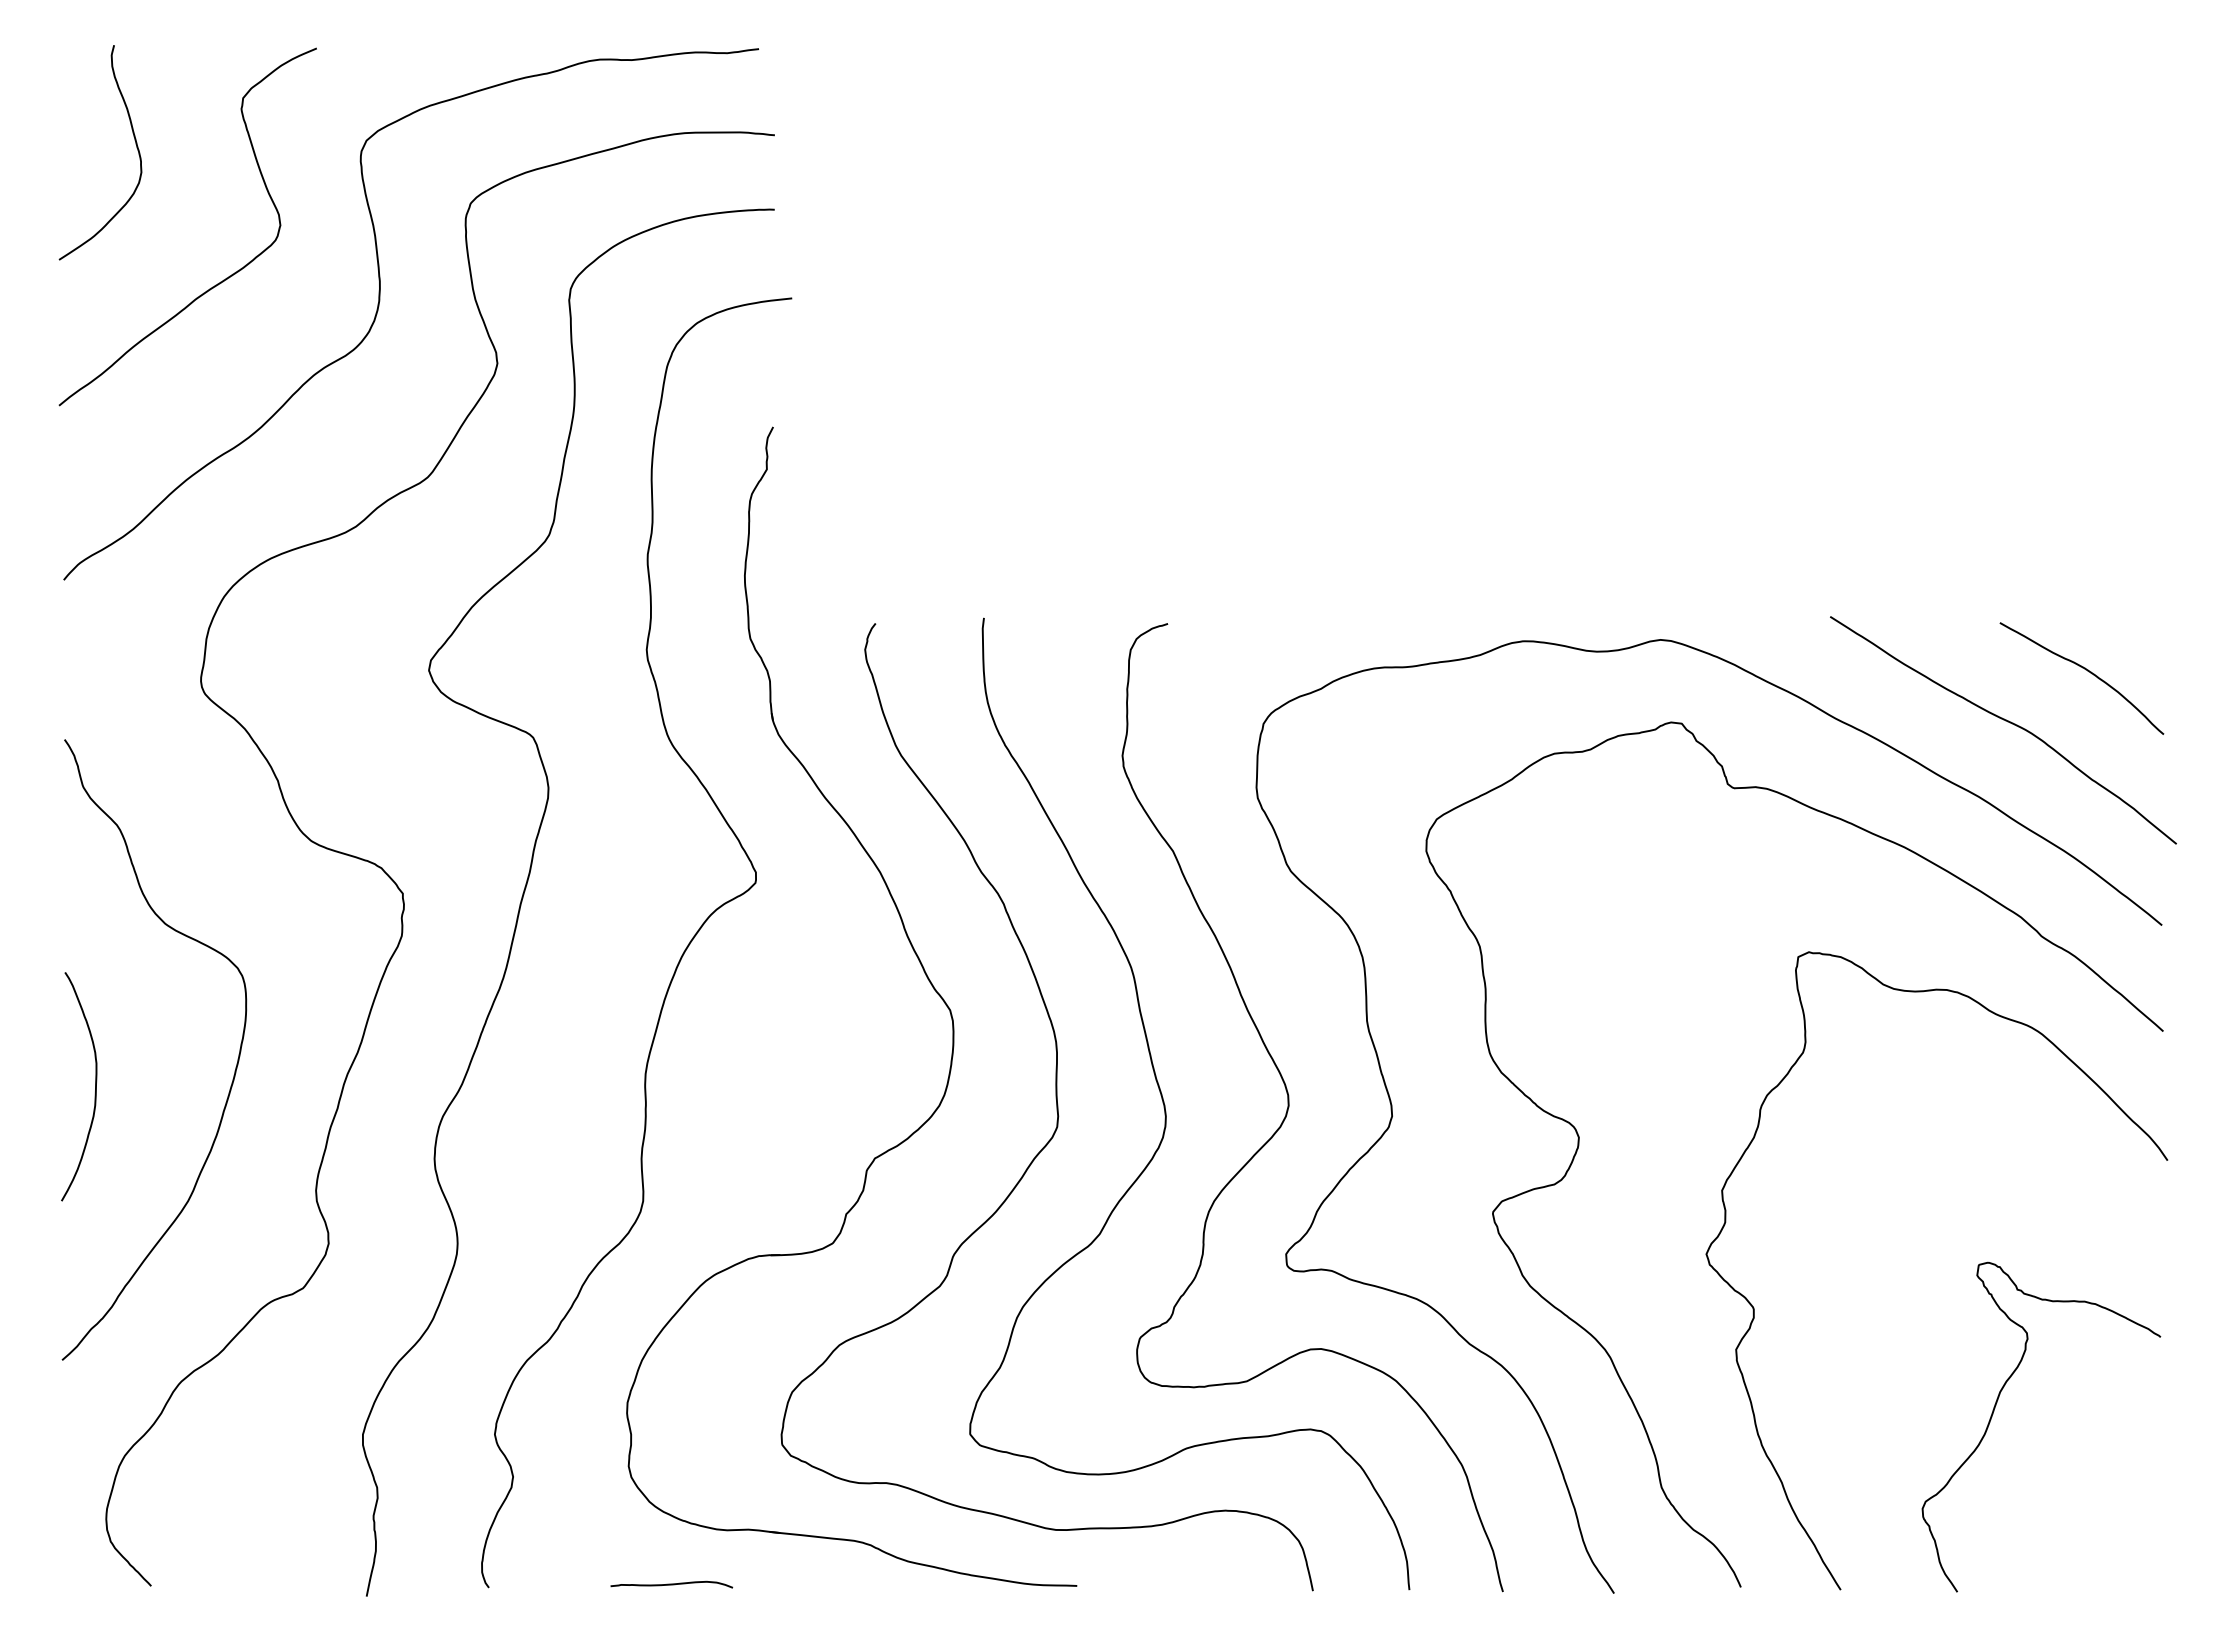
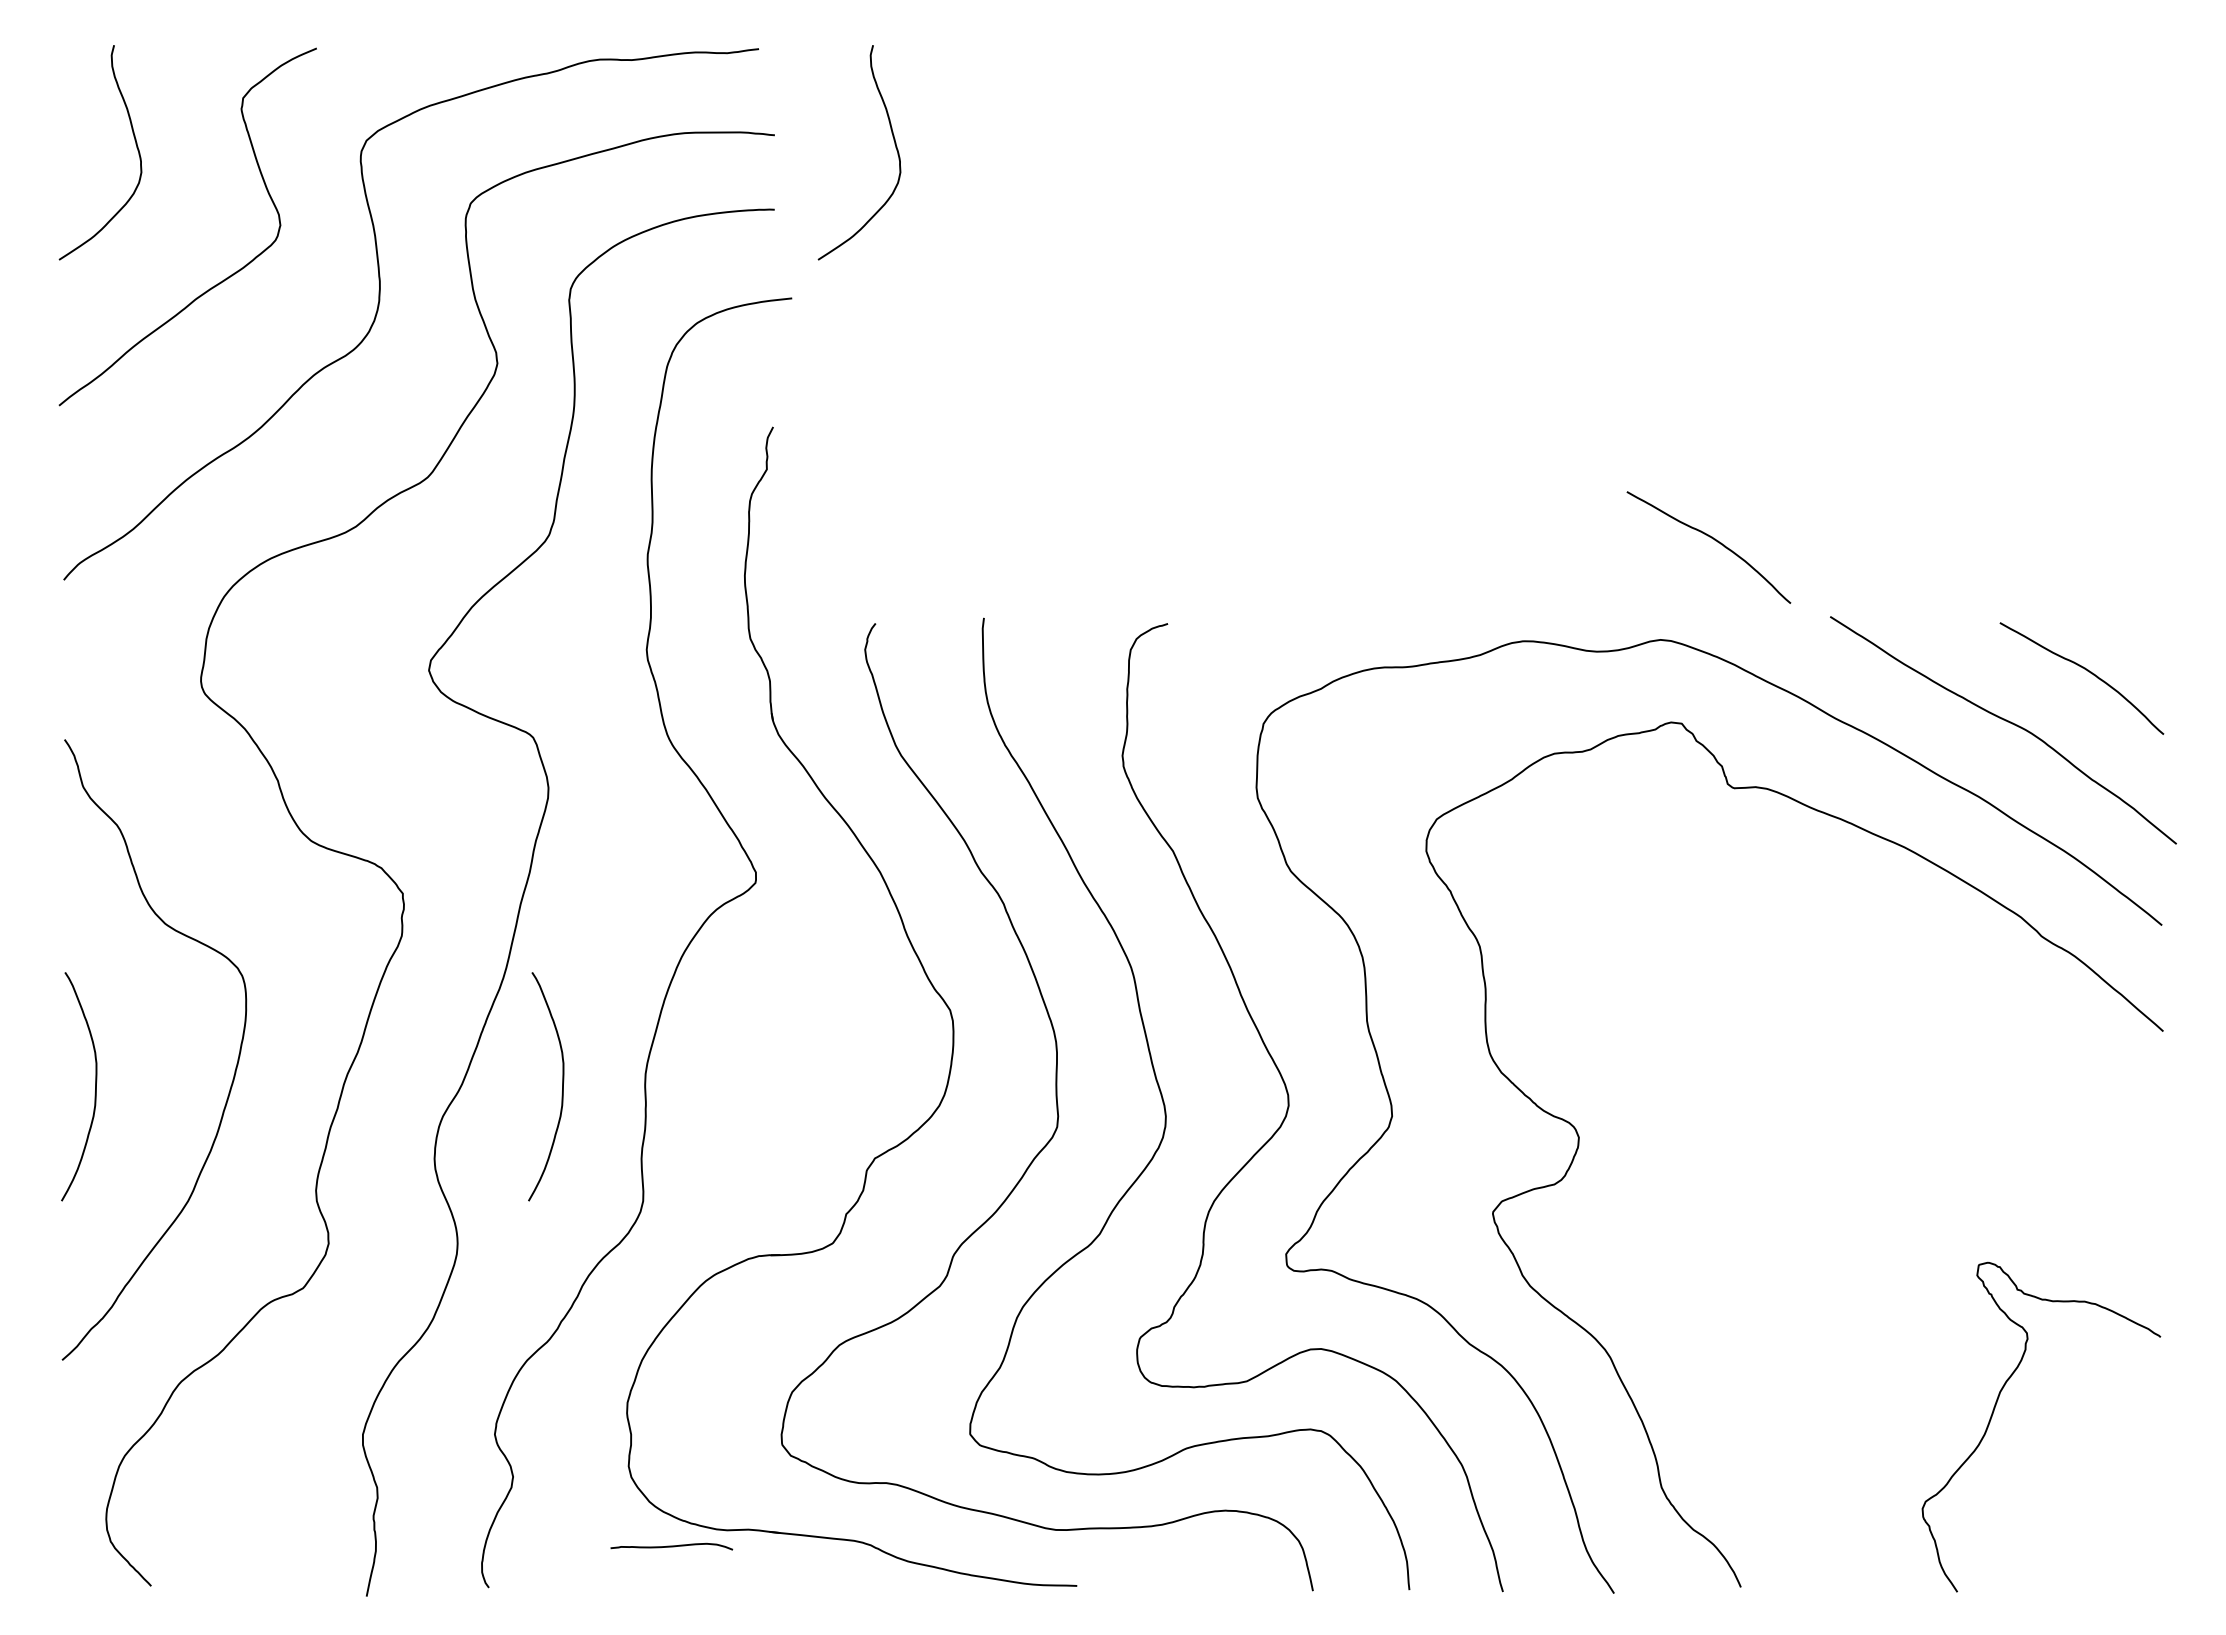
curve at (894, 144): none -> present
curve at (1714, 540): none -> present
curve at (562, 1086): none -> present
curve at (1754, 1307): present -> none
curve at (671, 1584) position: (671, 1584) -> (671, 1546)
